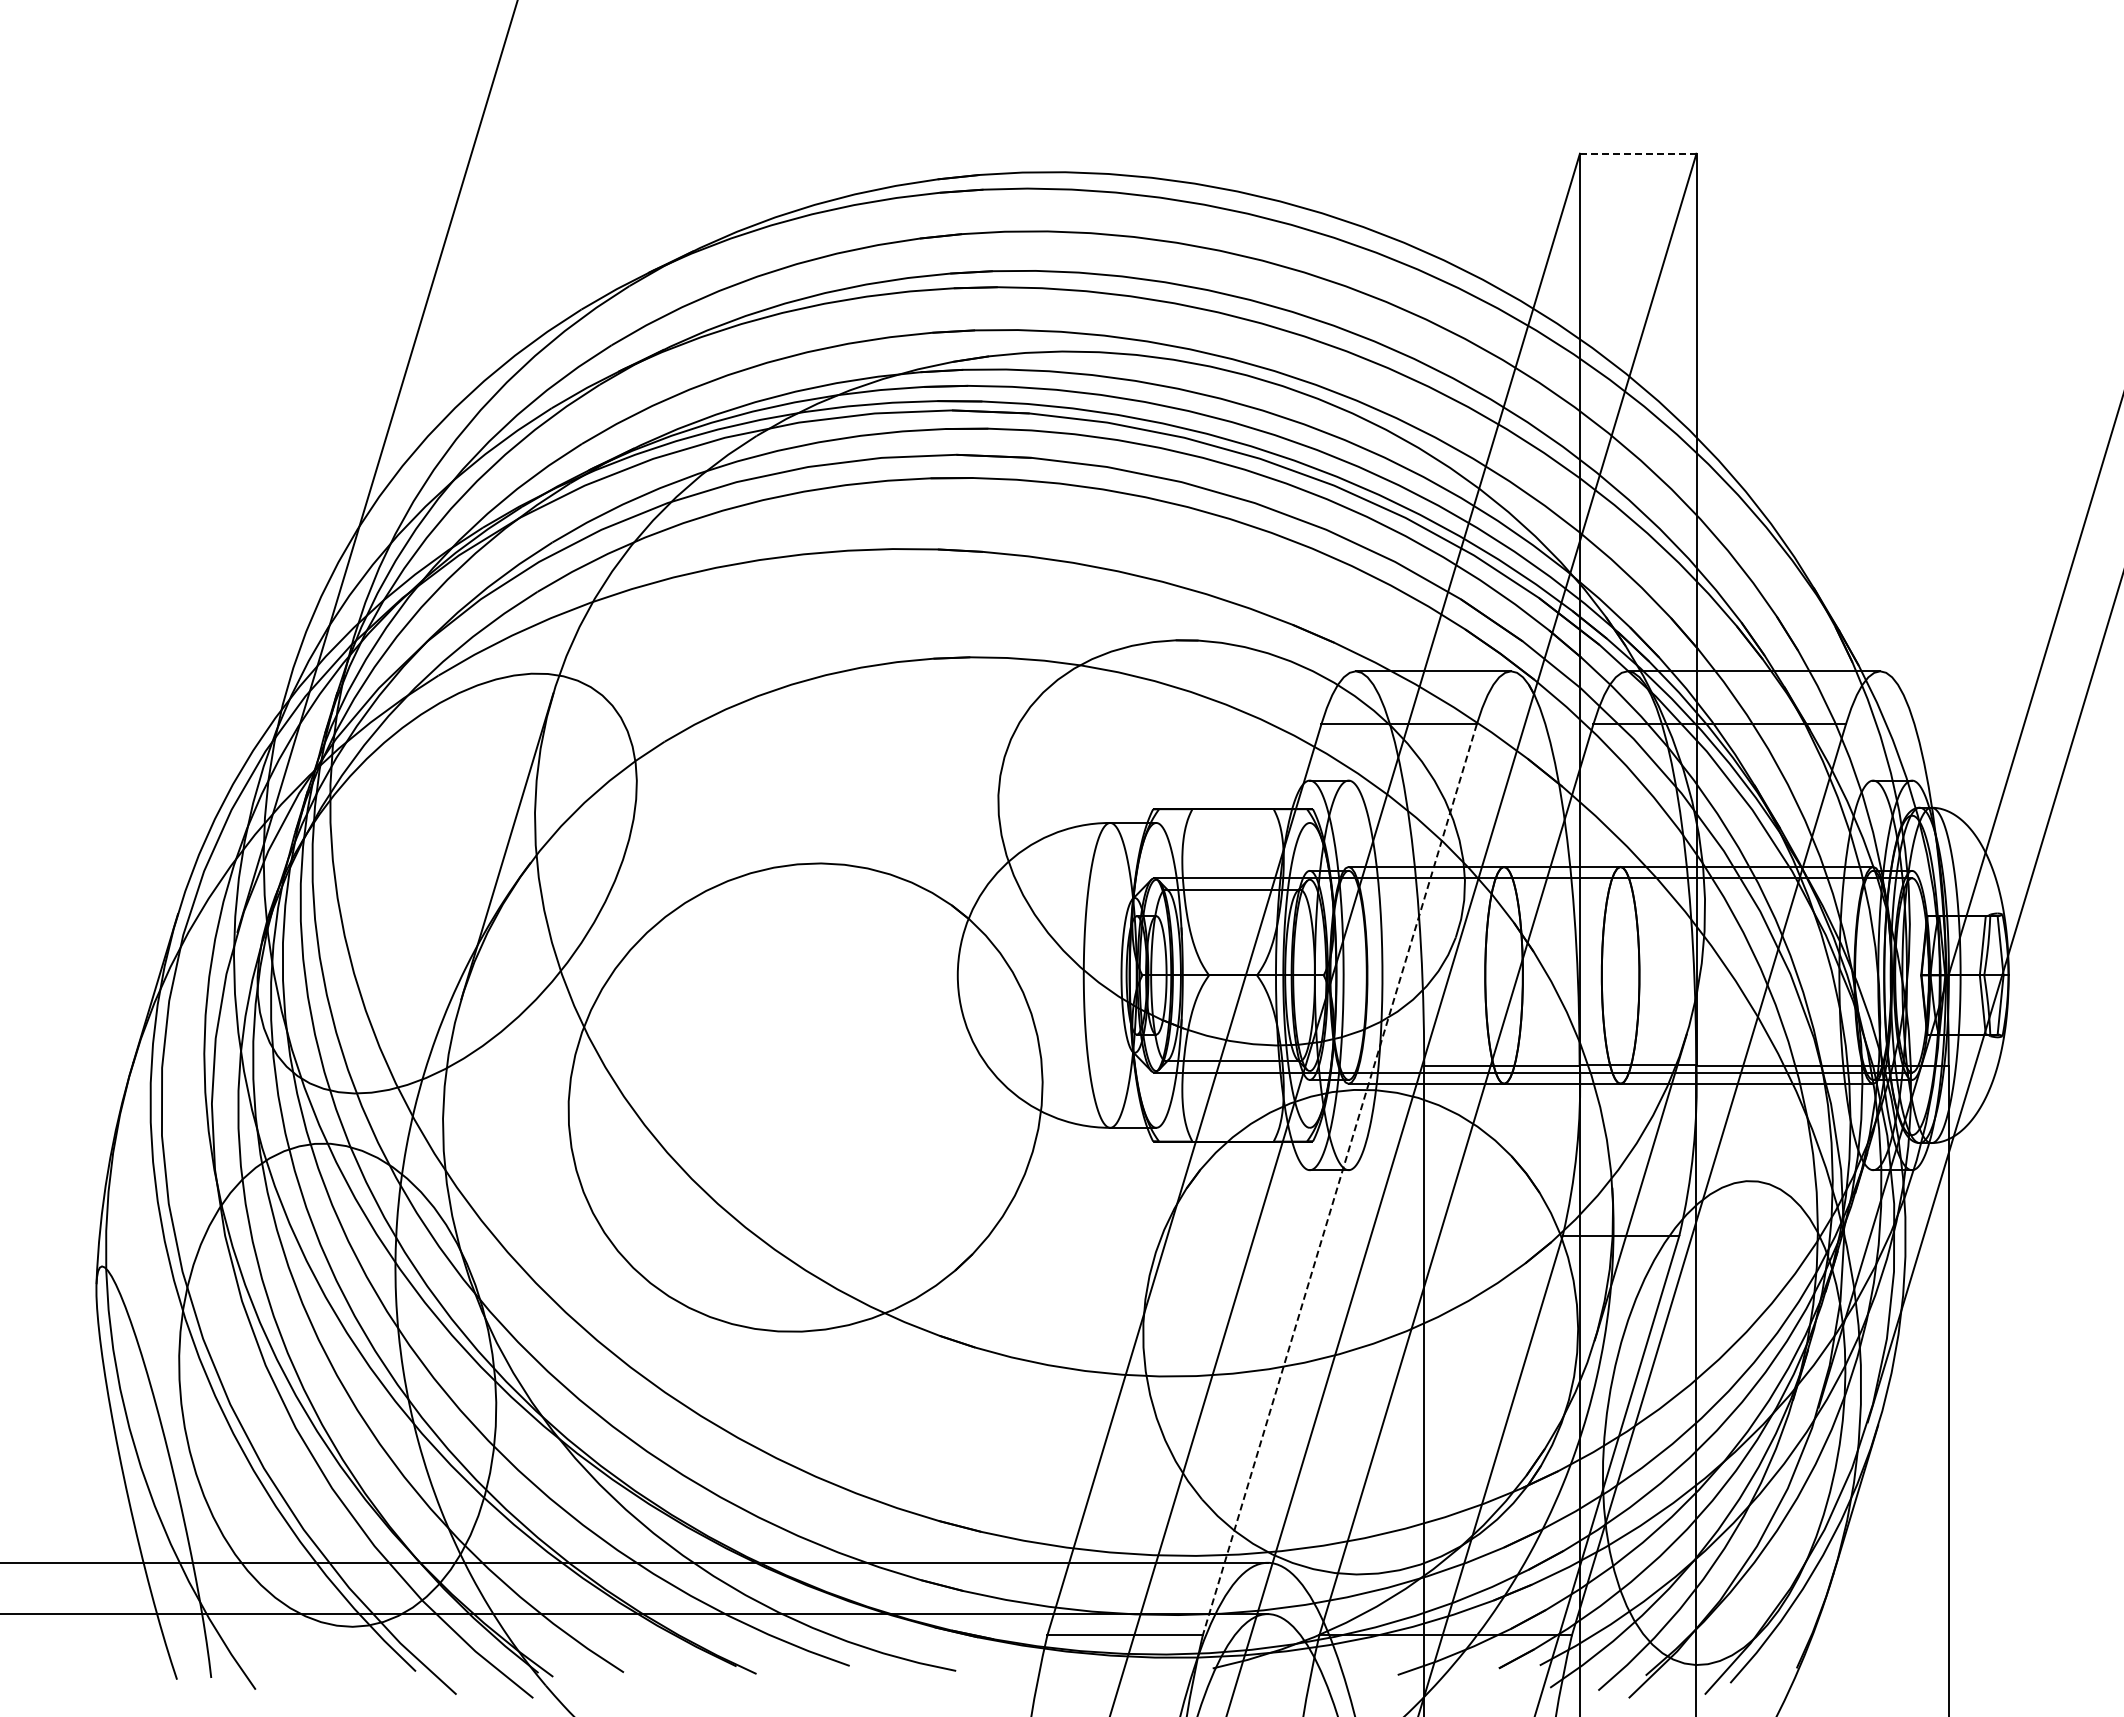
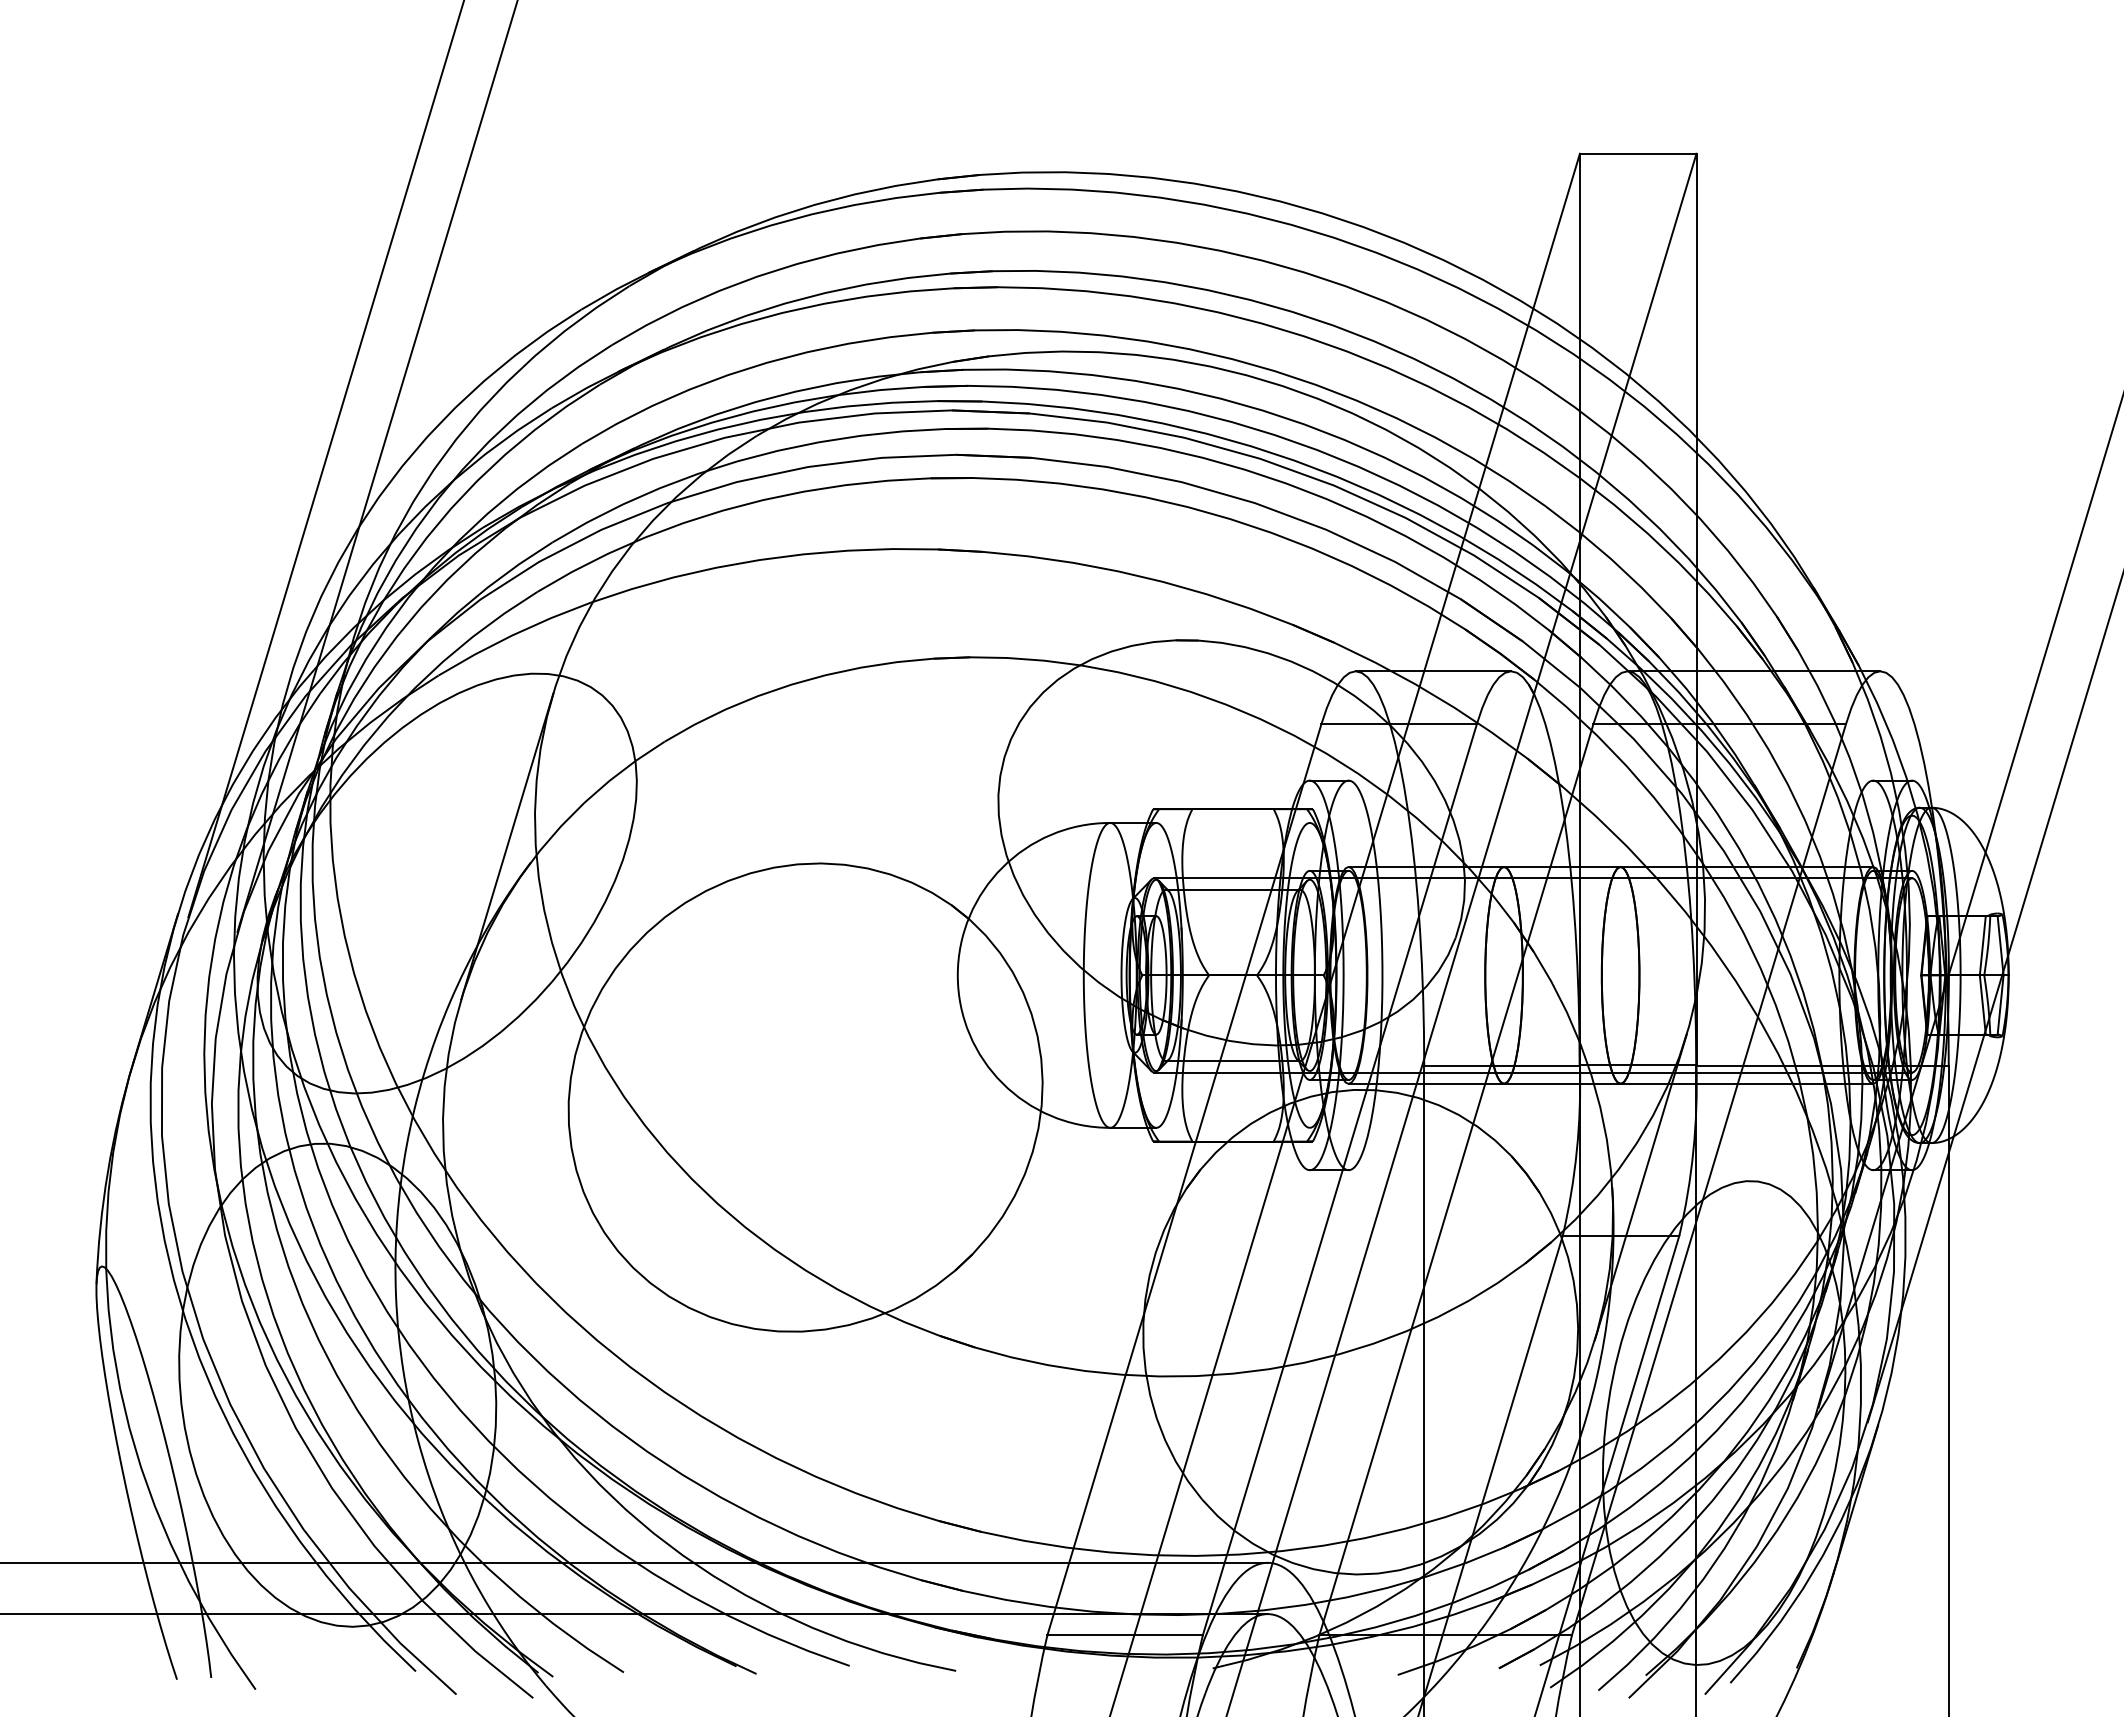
line at (1637, 153): dashed -> solid
line at (325, 459): none -> present
line at (1339, 1179): dashed -> solid
